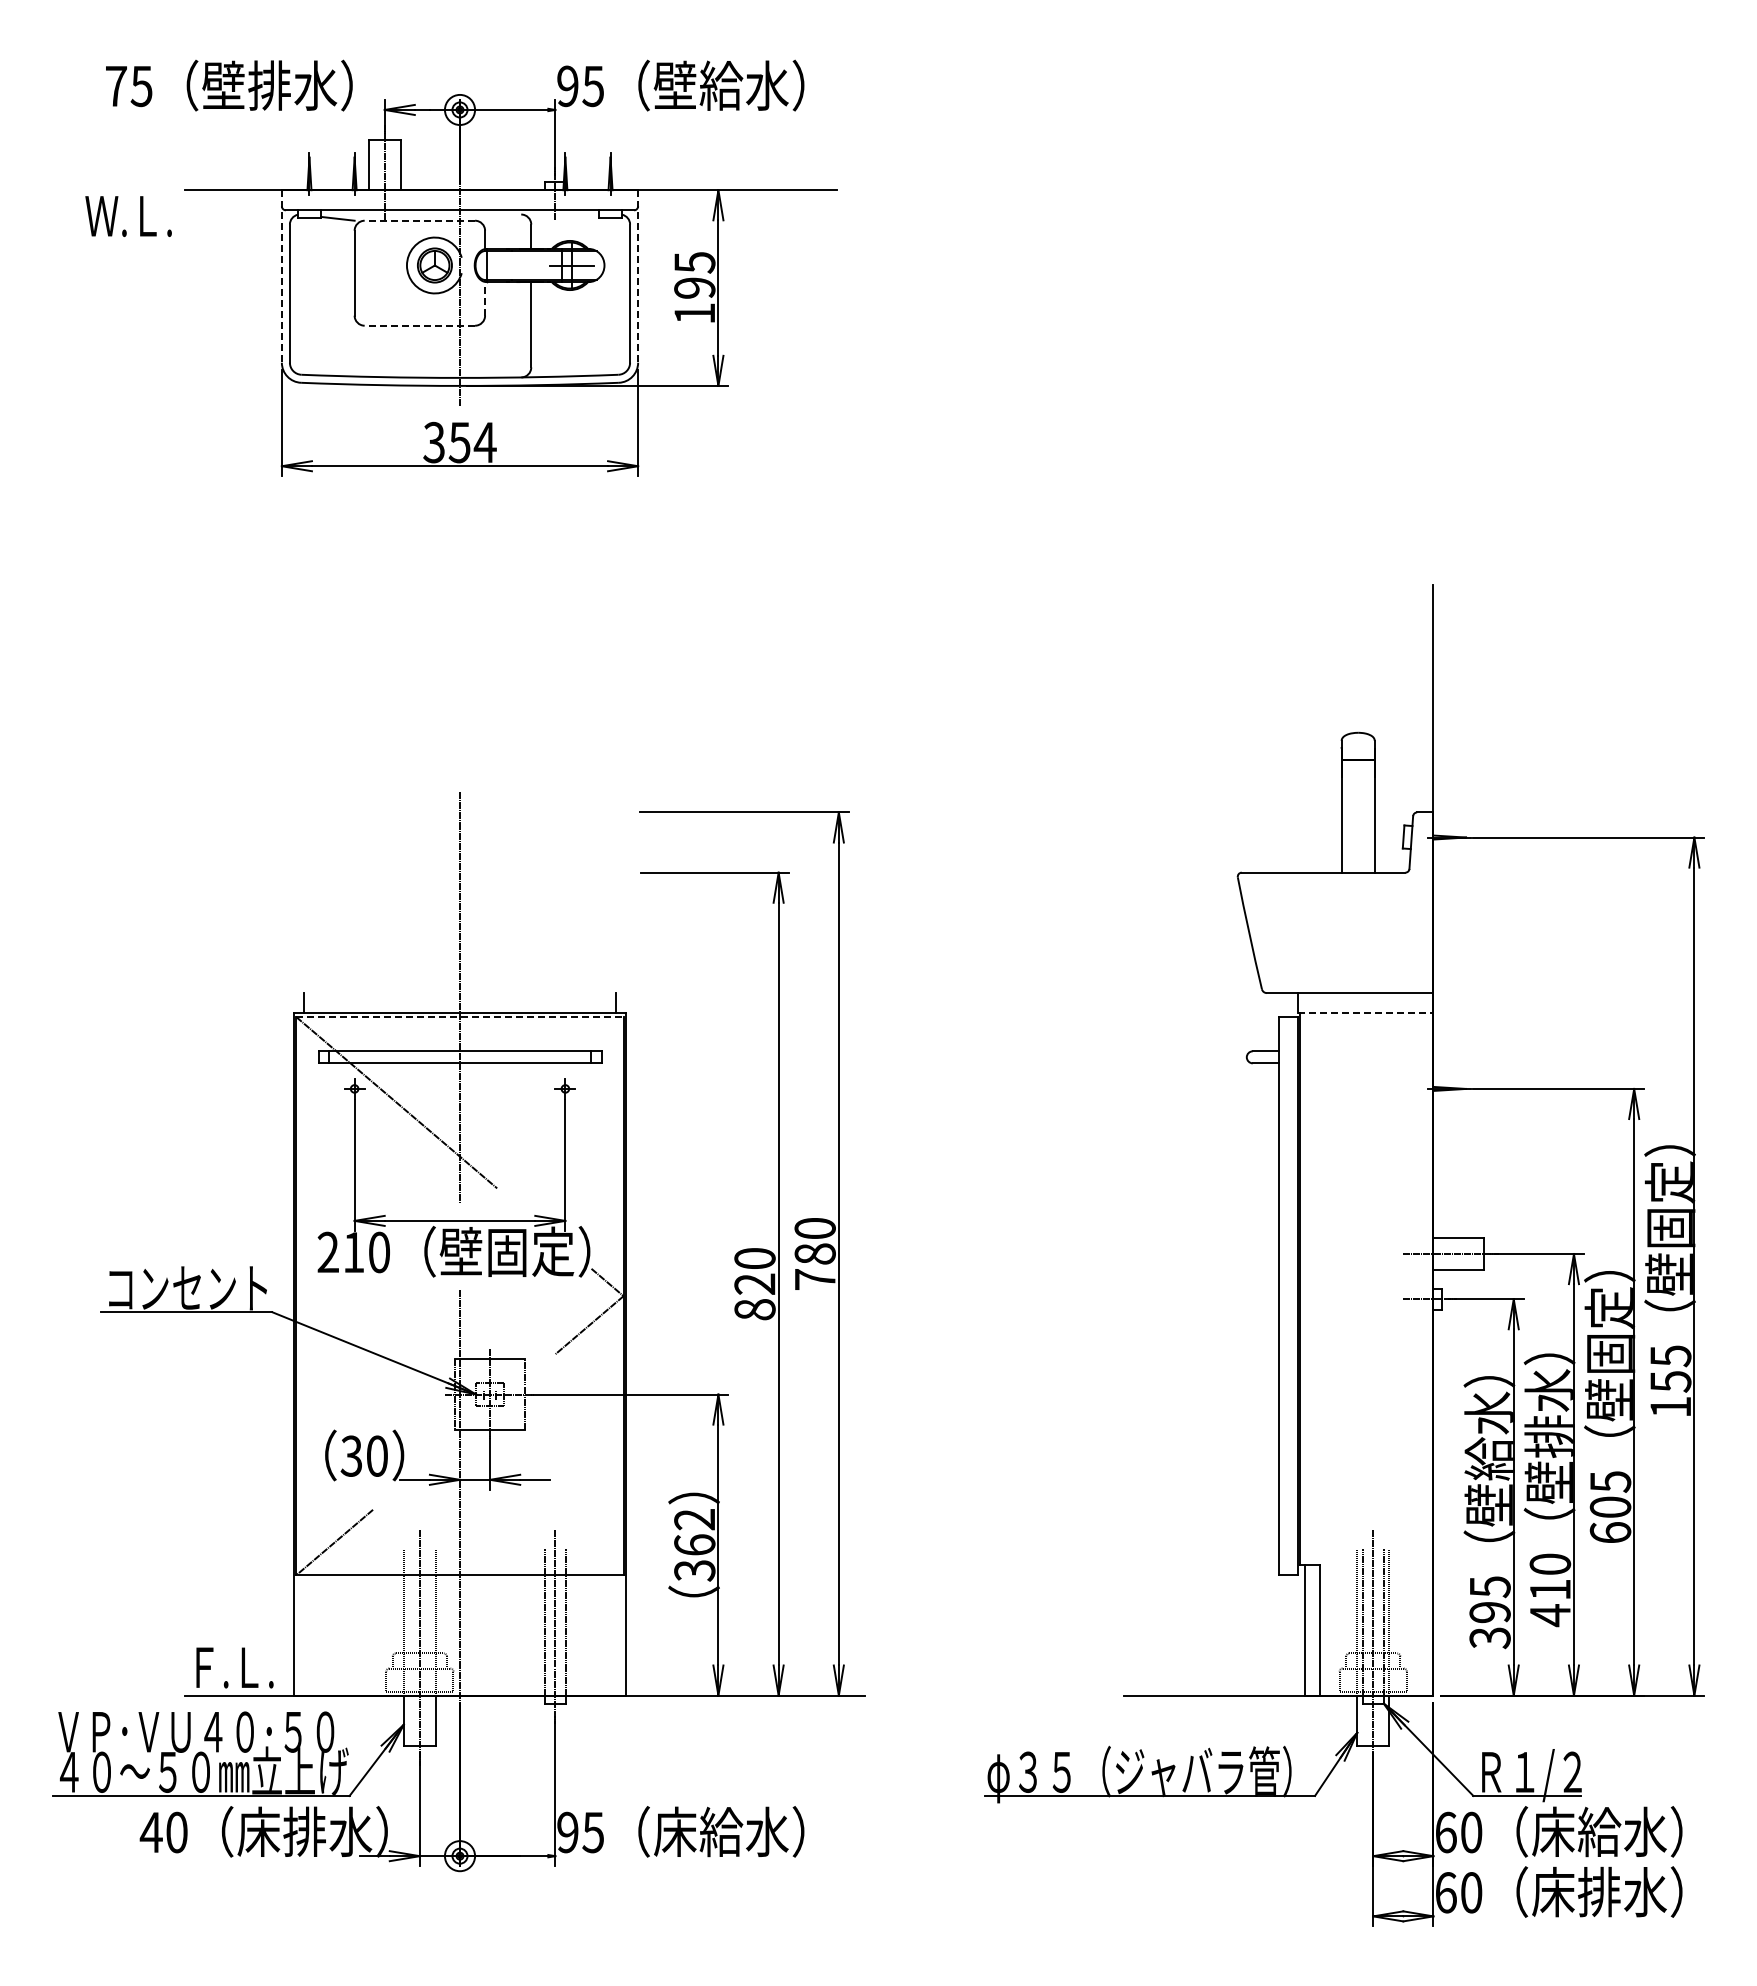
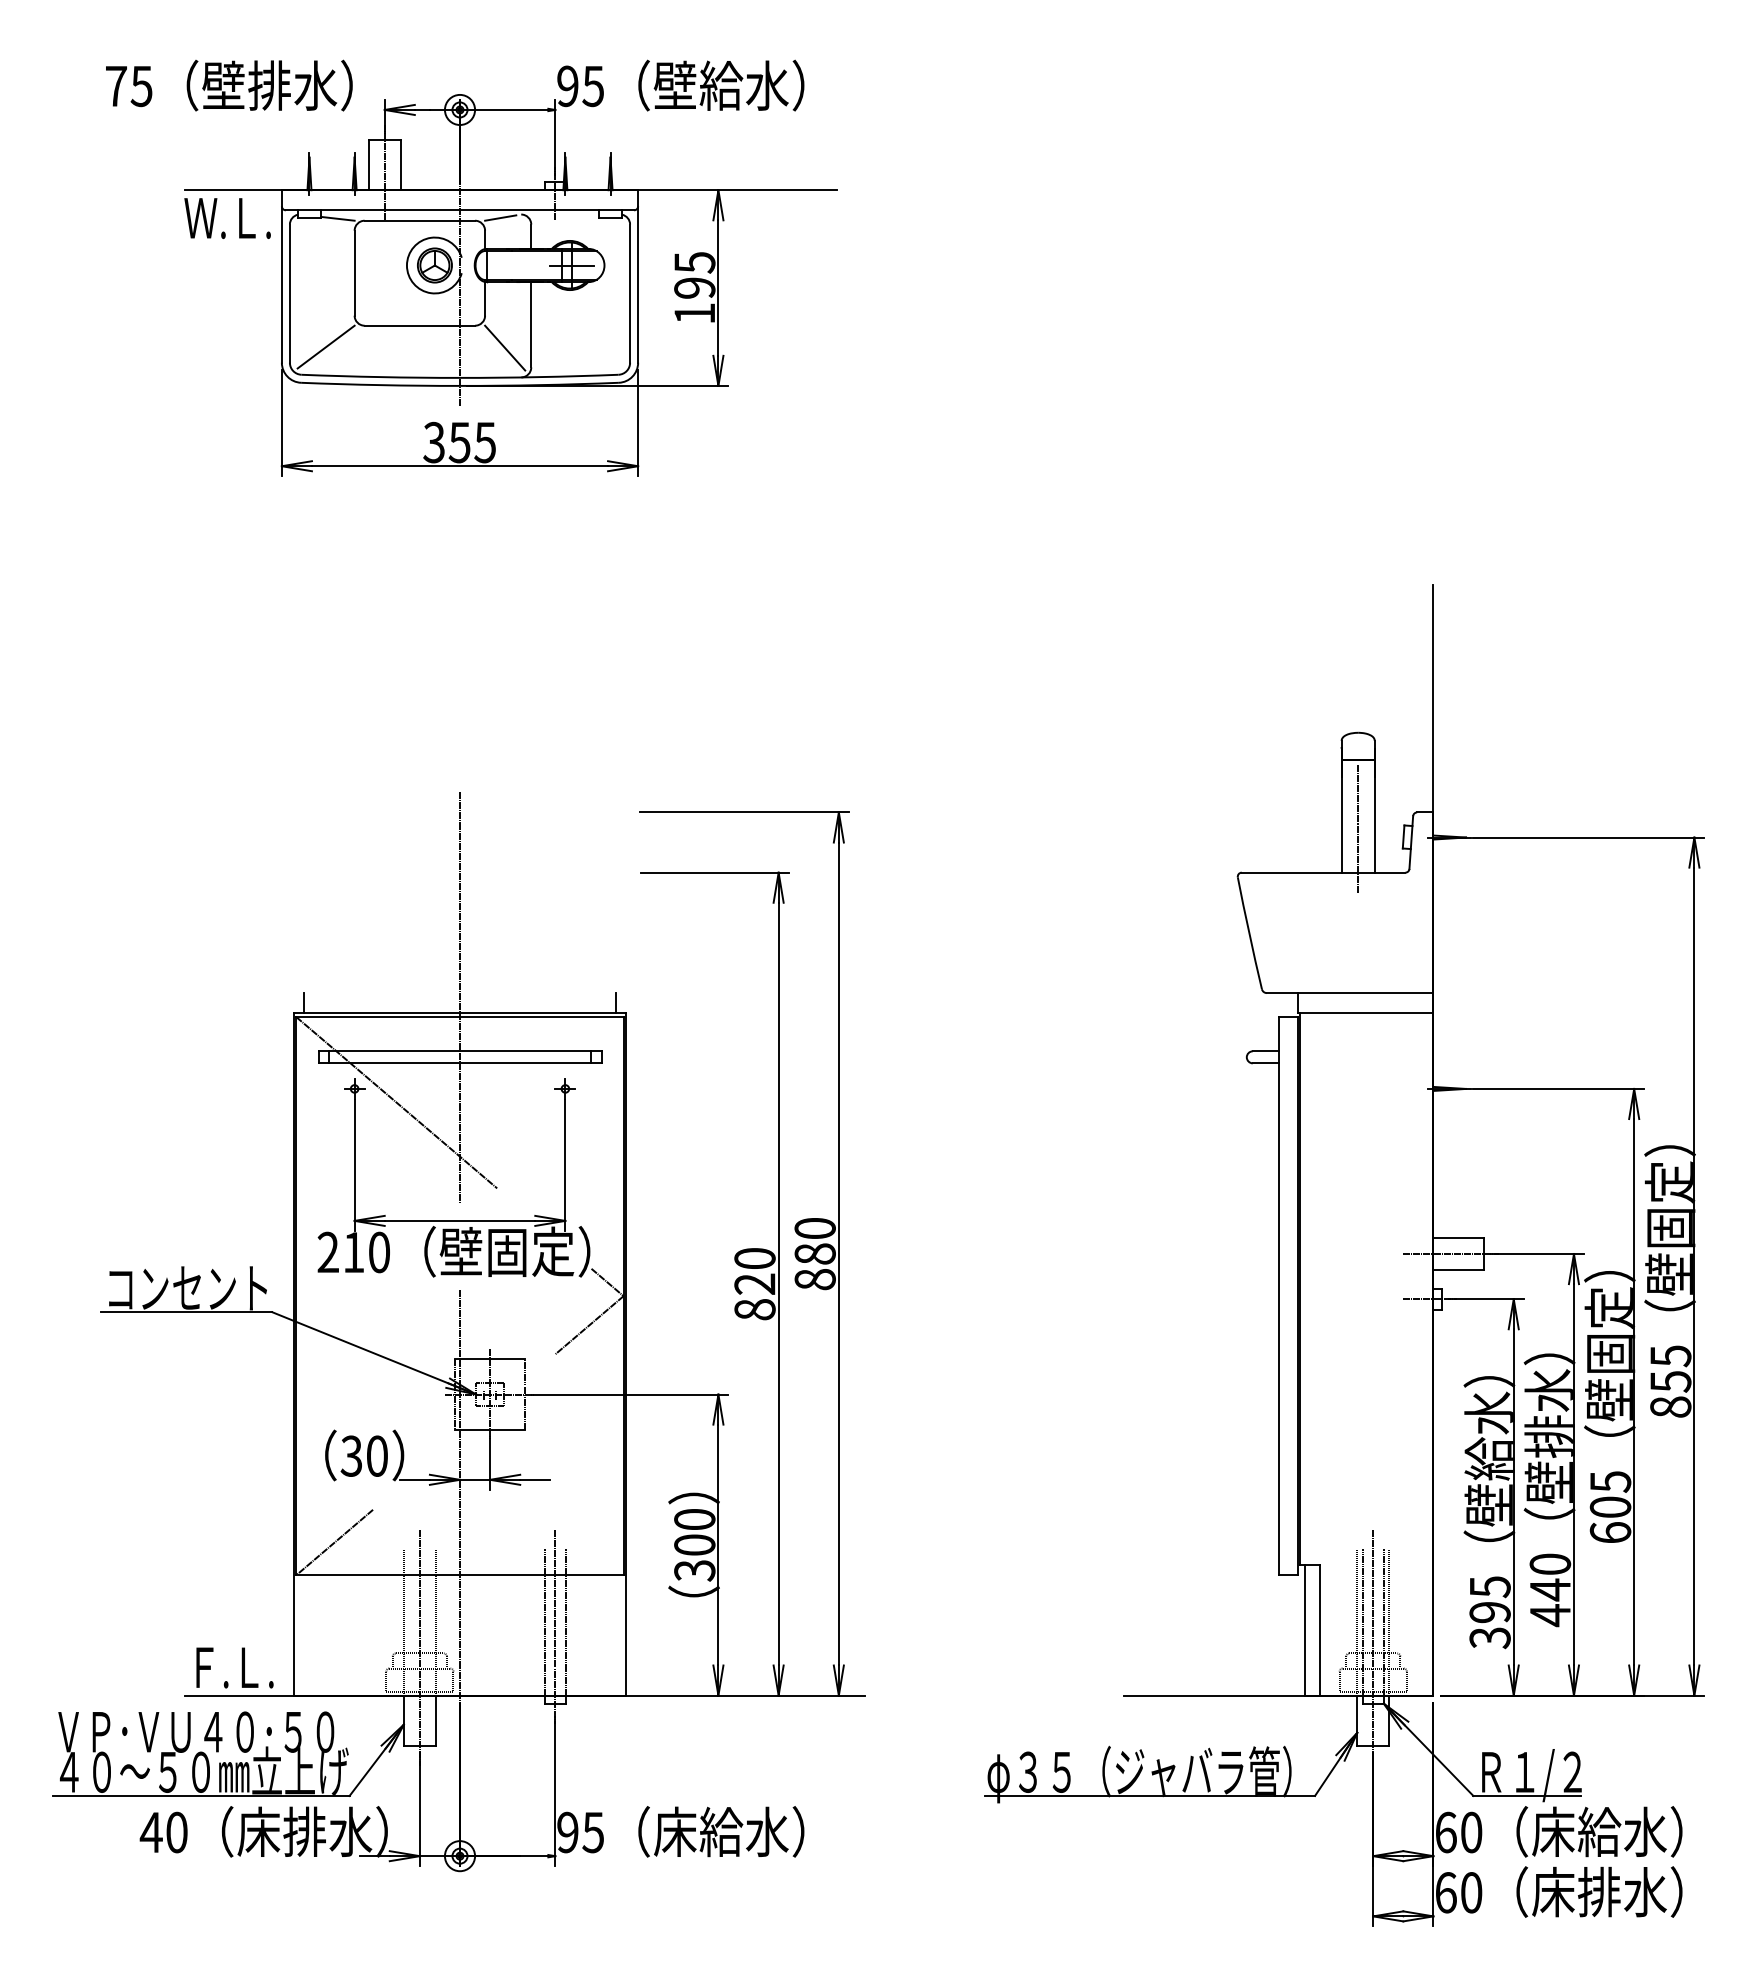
text at (128, 216) position: (128, 216) -> (227, 218)
line at (500, 217): none -> present
line at (419, 220): dashed -> solid
line at (281, 277): dashed -> solid
line at (638, 277): dashed -> solid
line at (485, 298): dashed -> solid
line at (419, 325): dashed -> solid
line at (325, 346): none -> present
line at (505, 347): none -> present
text at (484, 442): 354 -> 355
line at (1358, 828): none -> present
line at (1365, 1013): dashed -> solid
line at (460, 1017): dashed -> solid
text at (814, 1279): 780 -> 880
text at (1670, 1406): 155 -> 855
text at (694, 1532): 362 -> 300
text at (1550, 1589): 410 -> 440
